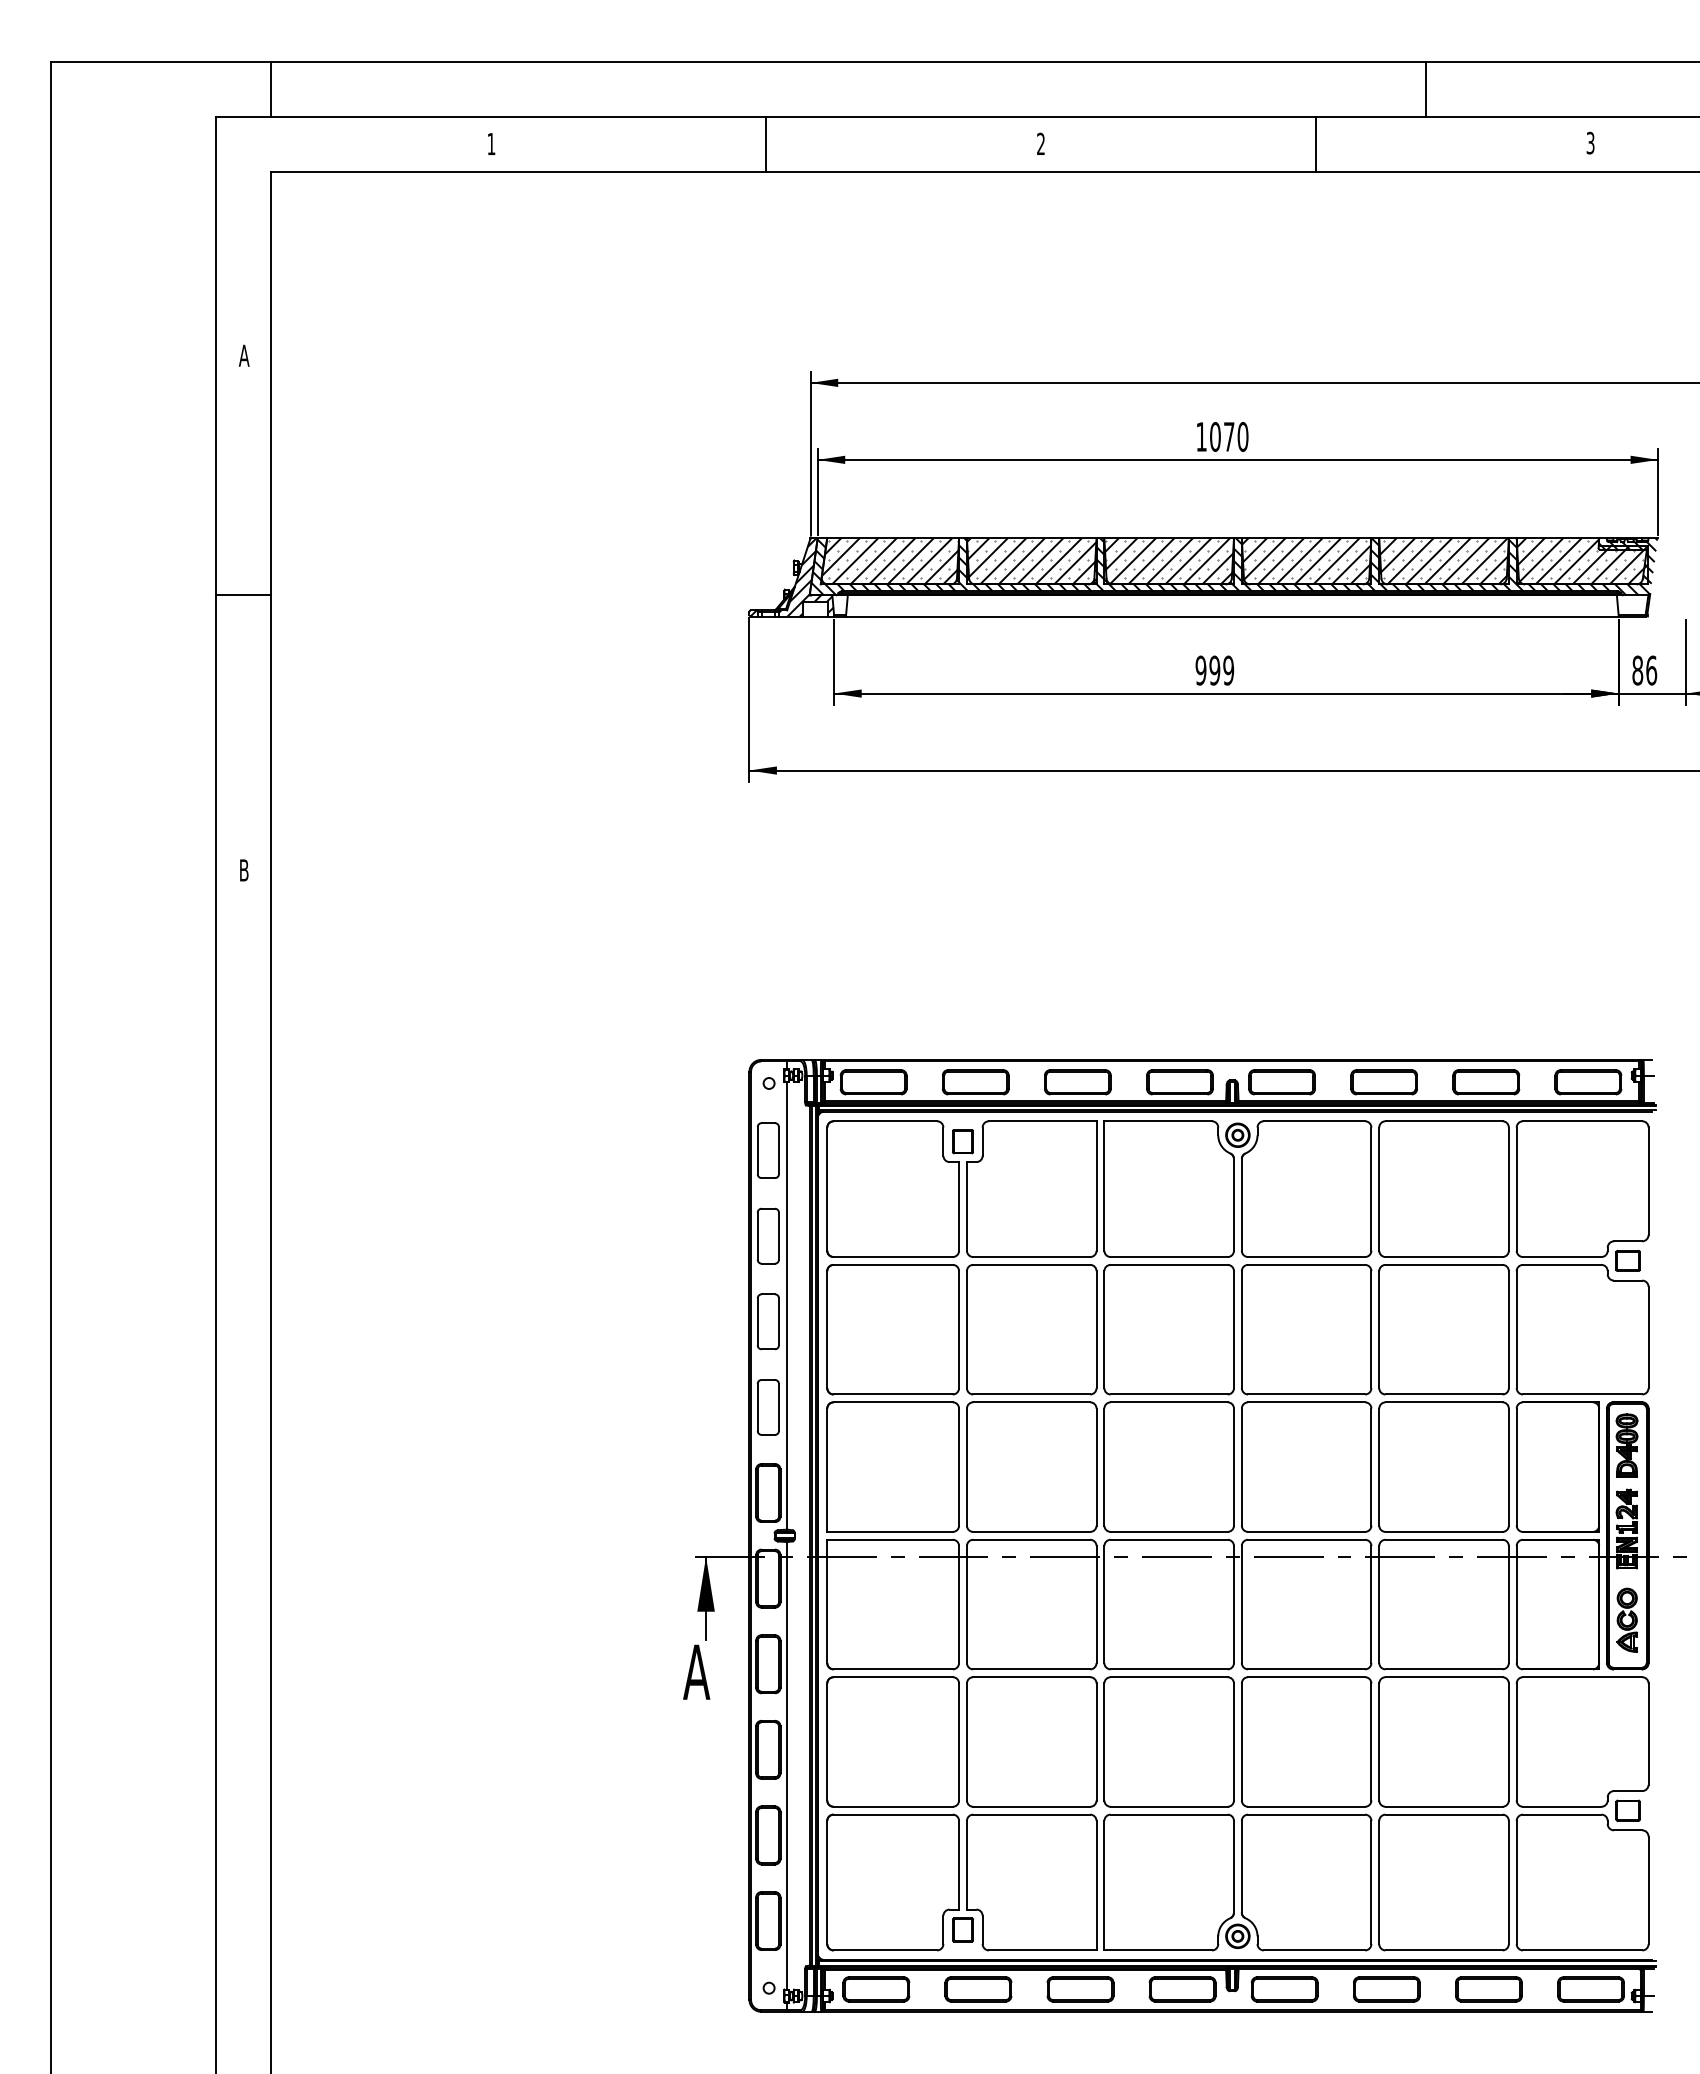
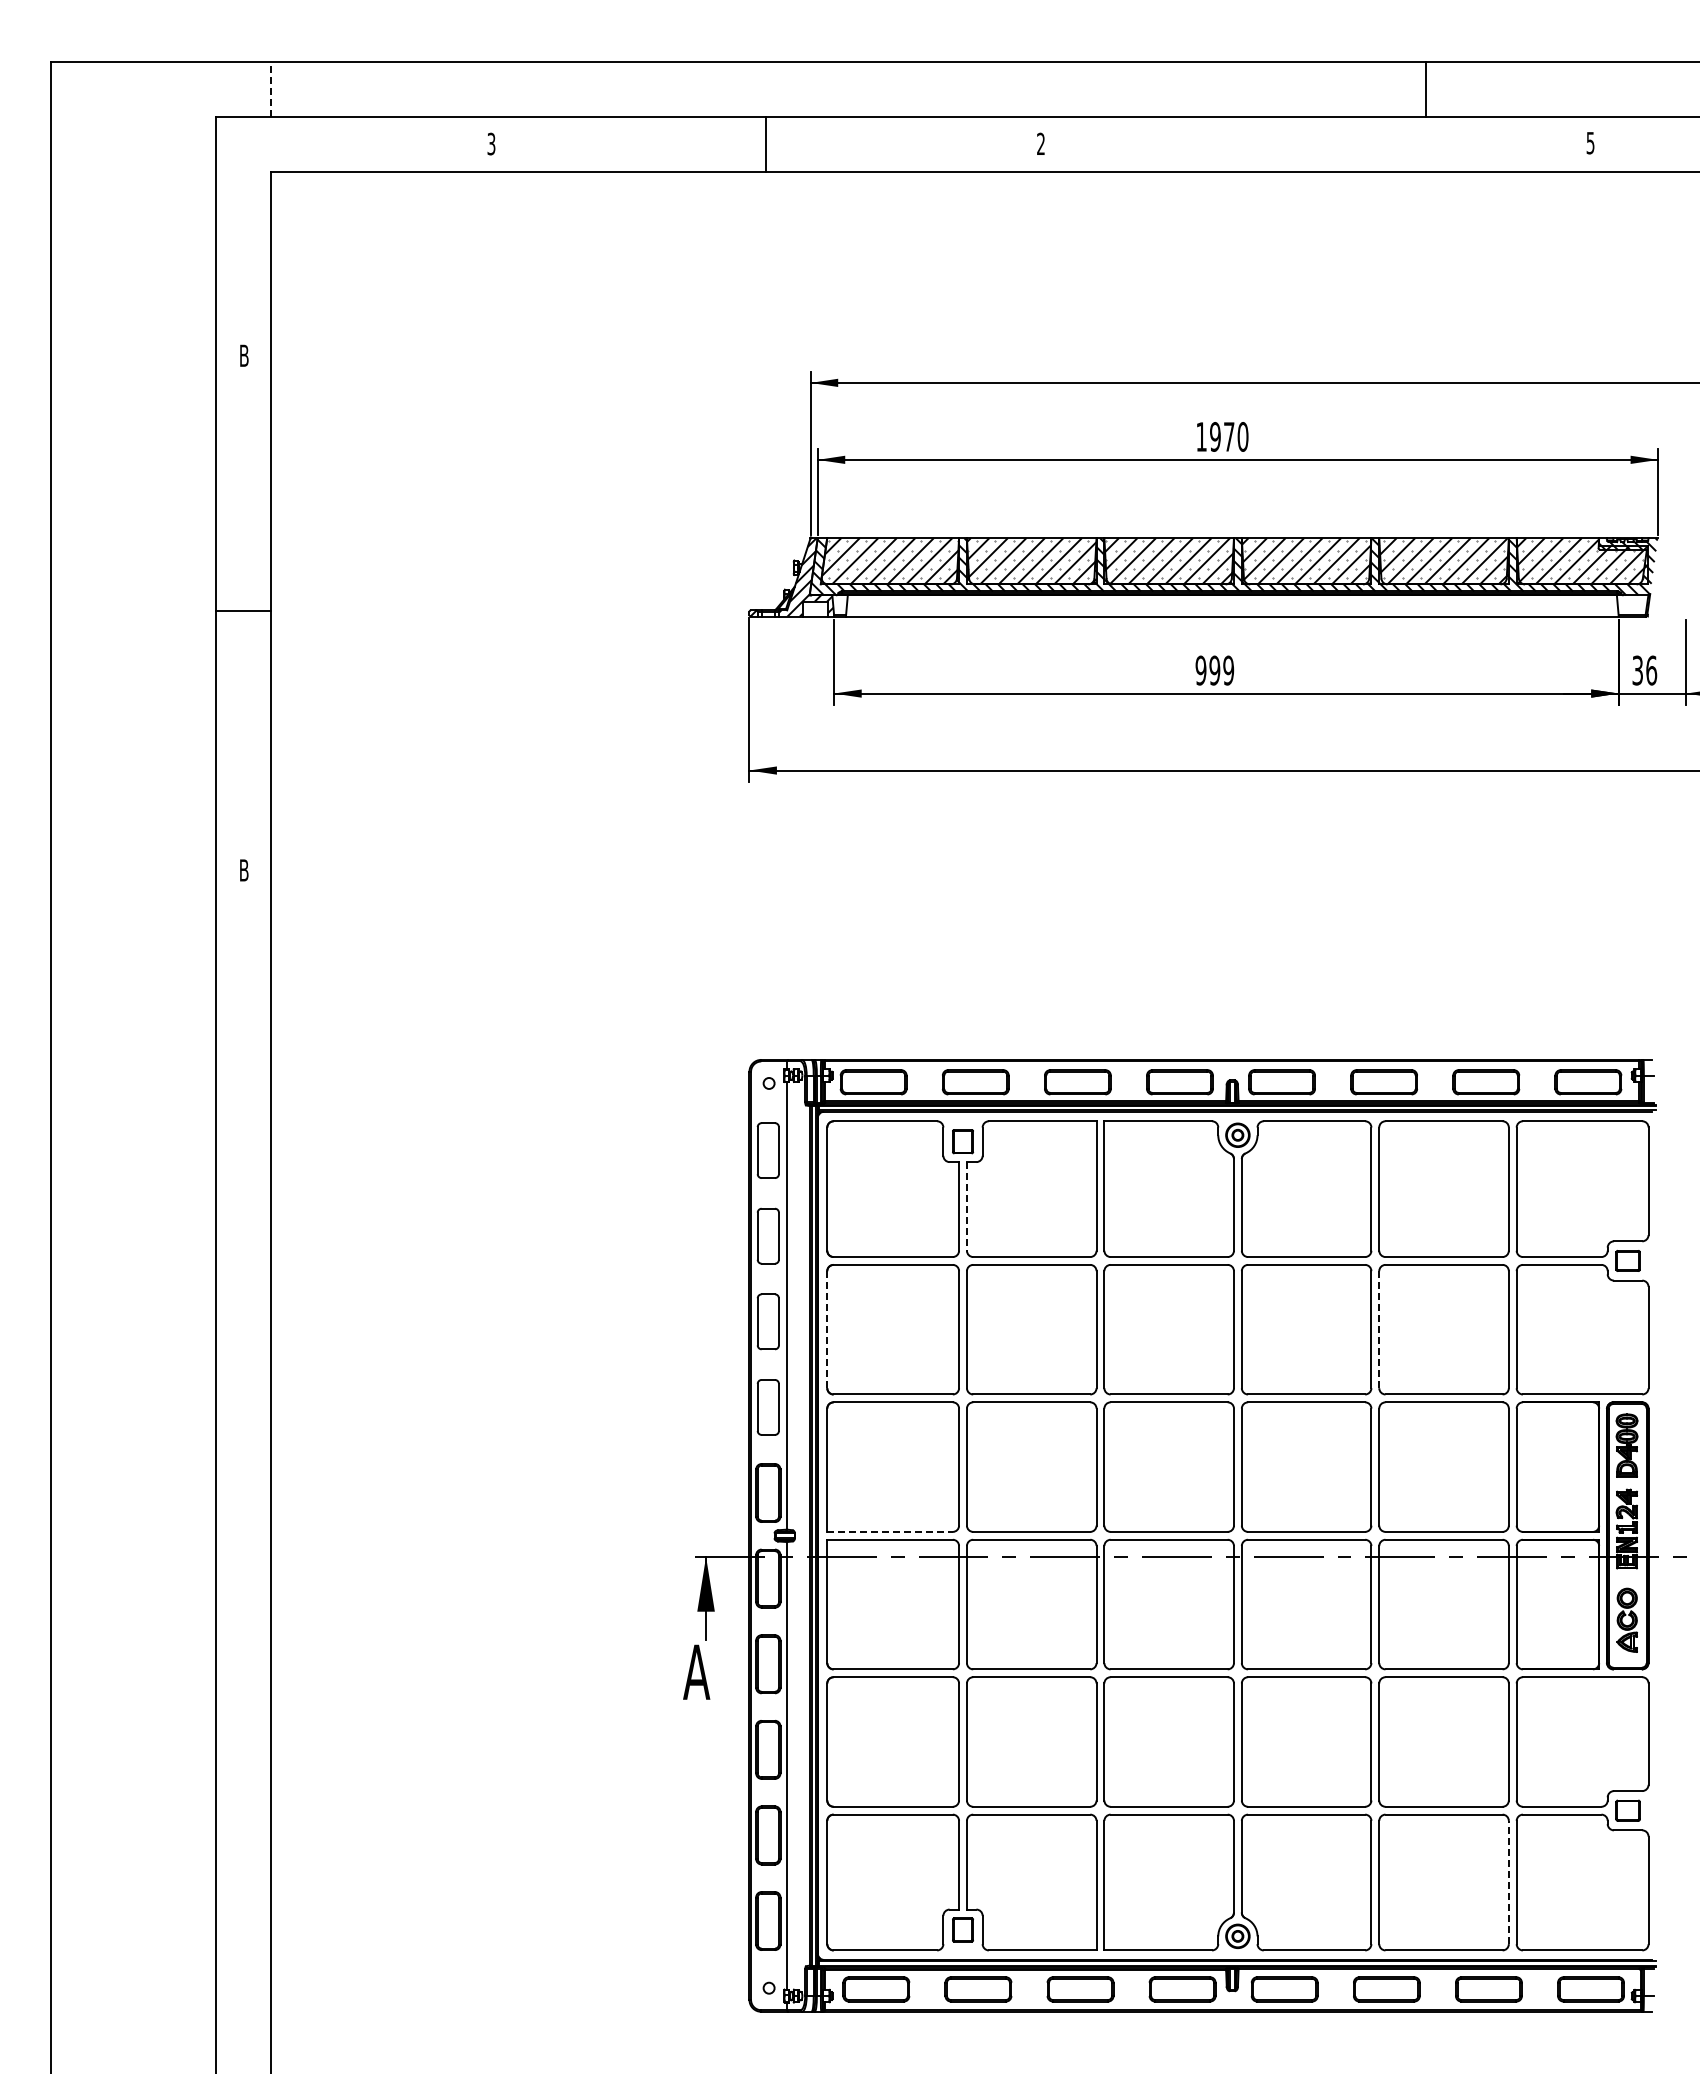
line at (271, 89): solid -> dashed
text at (1590, 142): 3 -> 5
text at (491, 143): 1 -> 3
line at (1315, 144): present -> none
text at (243, 355): A -> B
text at (1215, 436): 1070 -> 1970
line at (243, 595) position: (243, 595) -> (243, 611)
text at (1637, 670): 86 -> 36
line at (966, 1206): solid -> dashed
line at (1379, 1329): solid -> dashed
line at (827, 1330): solid -> dashed
line at (890, 1531): solid -> dashed
line at (1508, 1882): solid -> dashed
